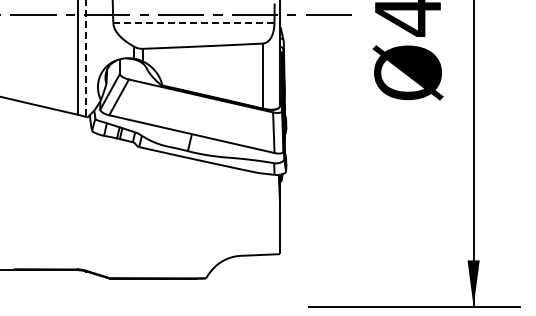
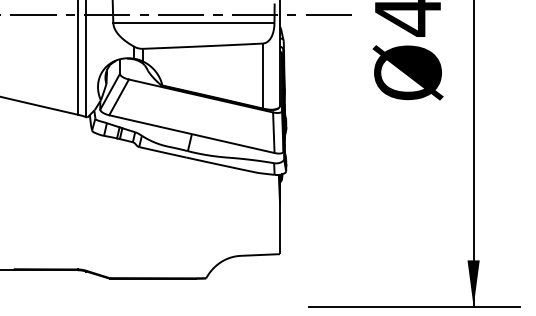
line at (193, 22): dashed -> solid
line at (86, 59): dashed -> solid
